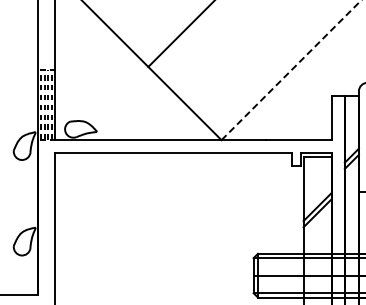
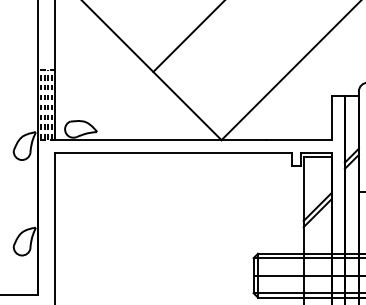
line at (180, 34) position: (180, 34) -> (187, 36)
line at (291, 70): dashed -> solid
